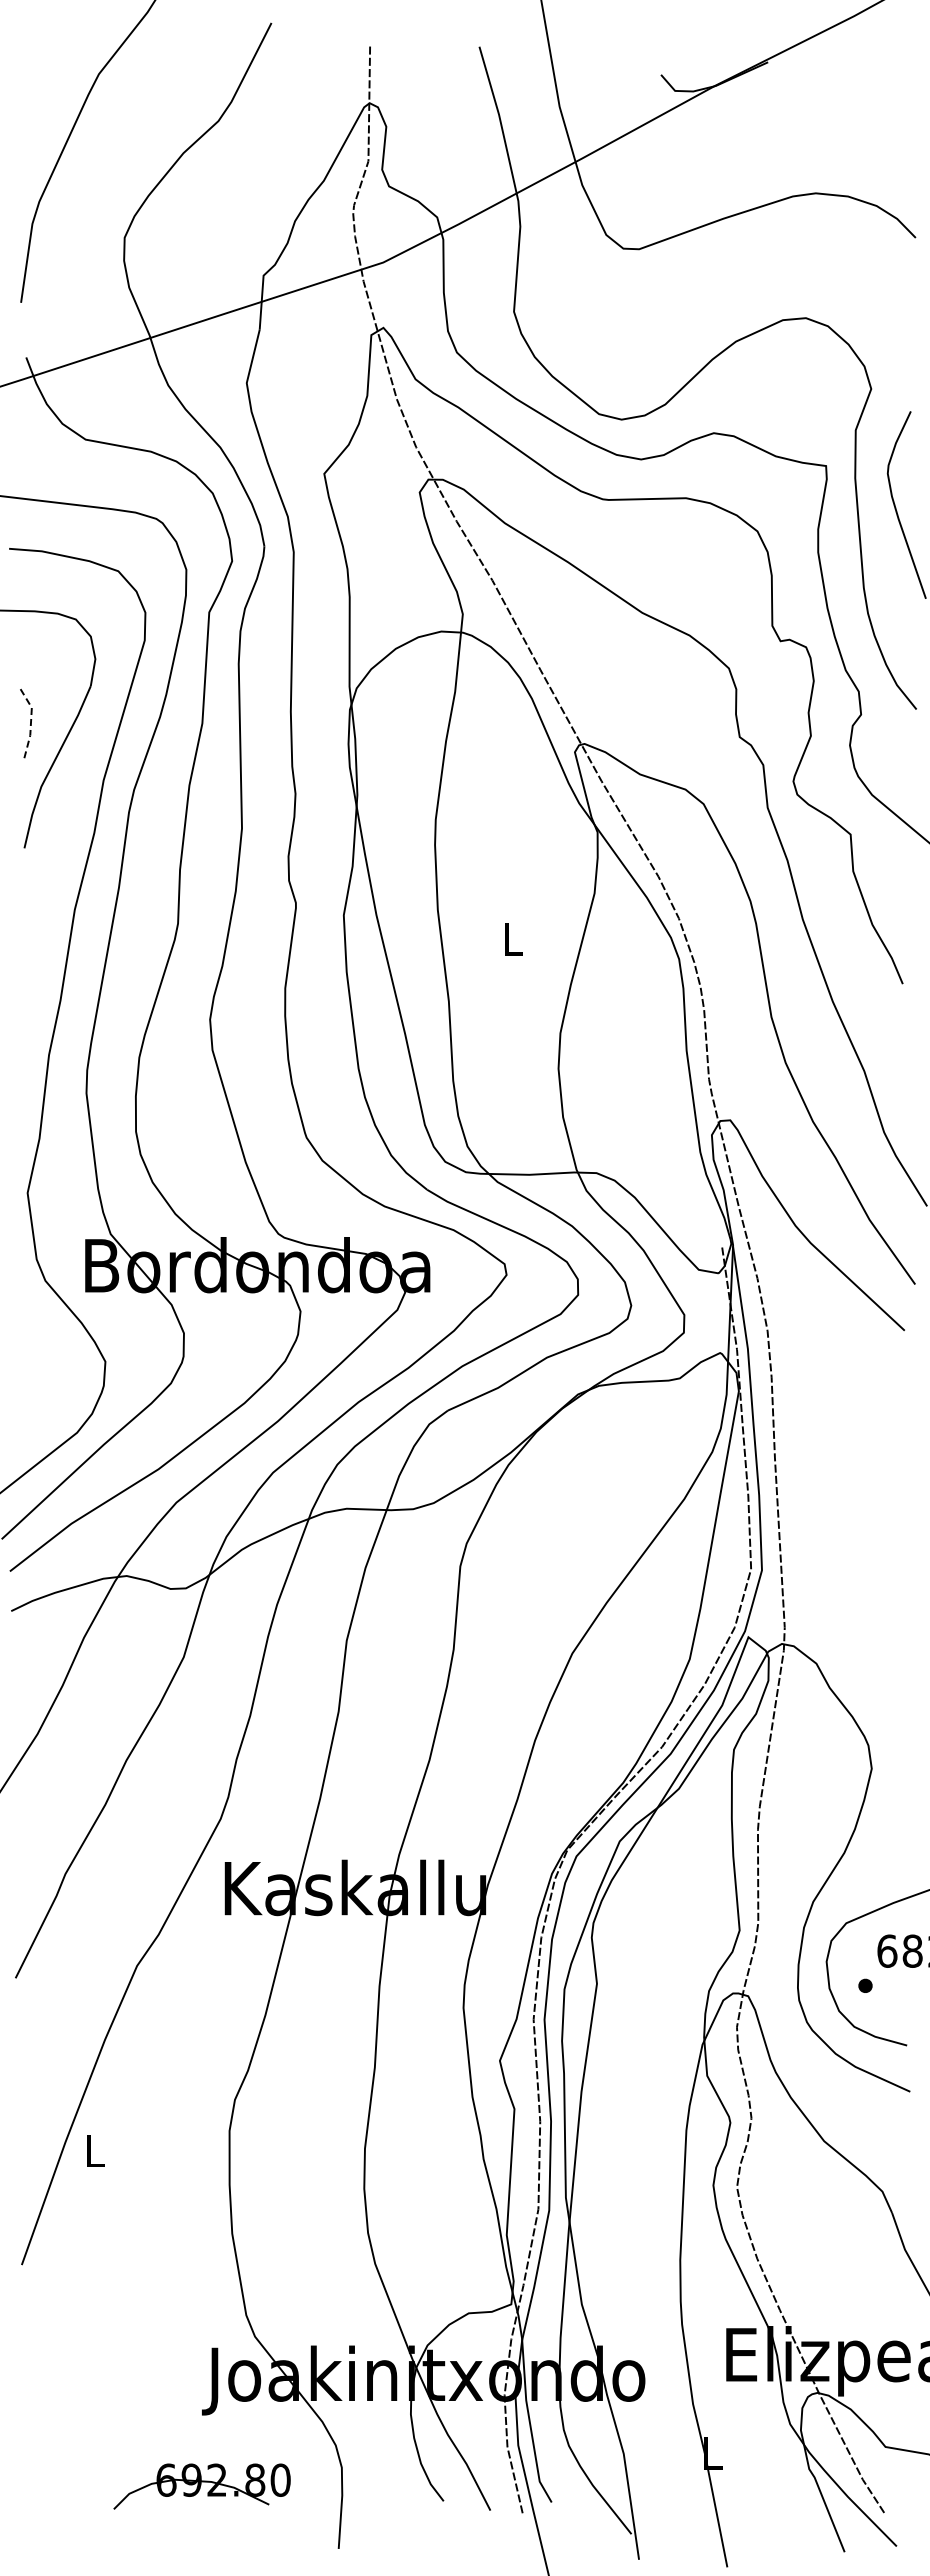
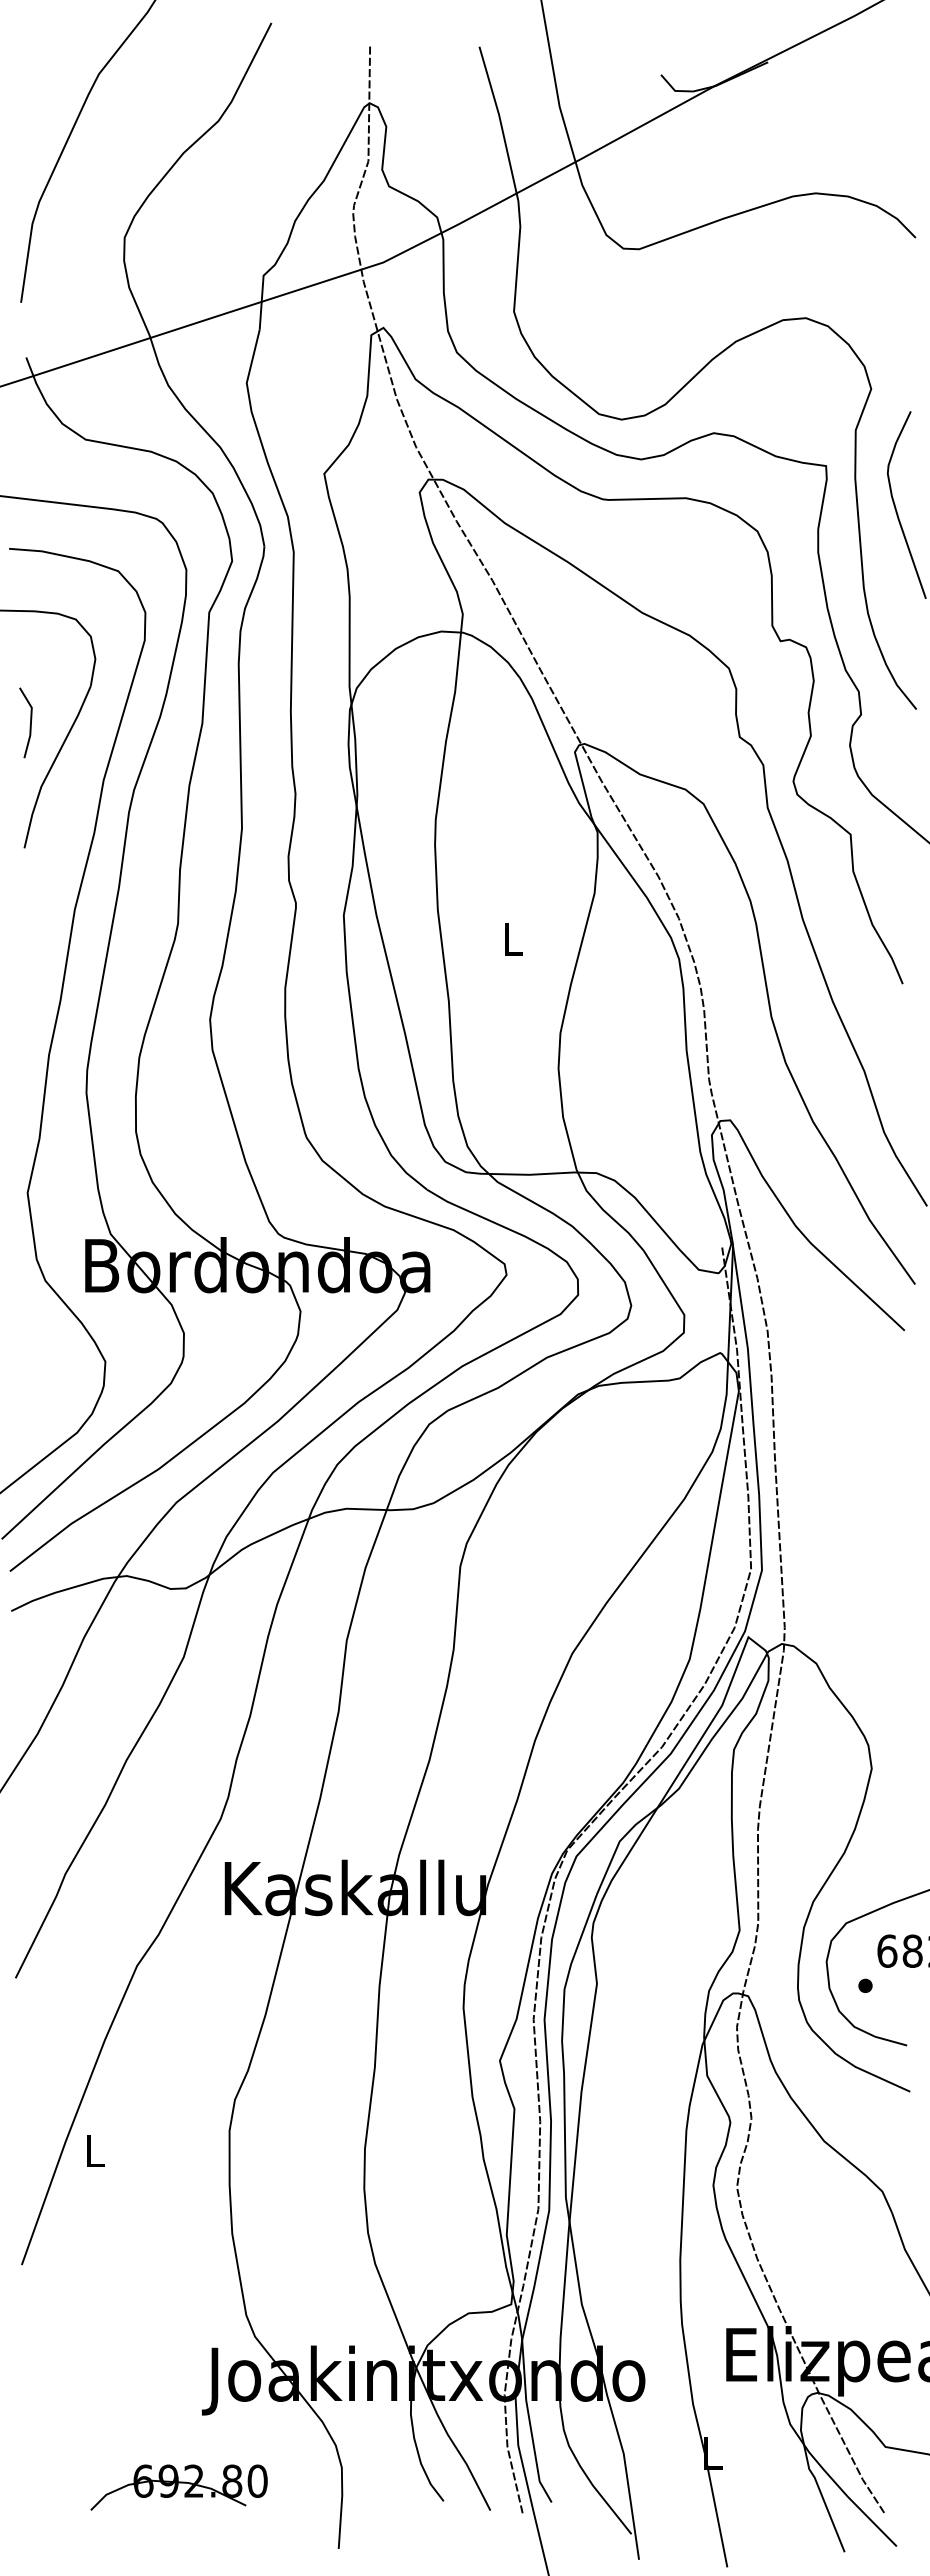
line at (31, 721): dashed -> solid
part at (201, 2486) position: (201, 2486) -> (178, 2487)
